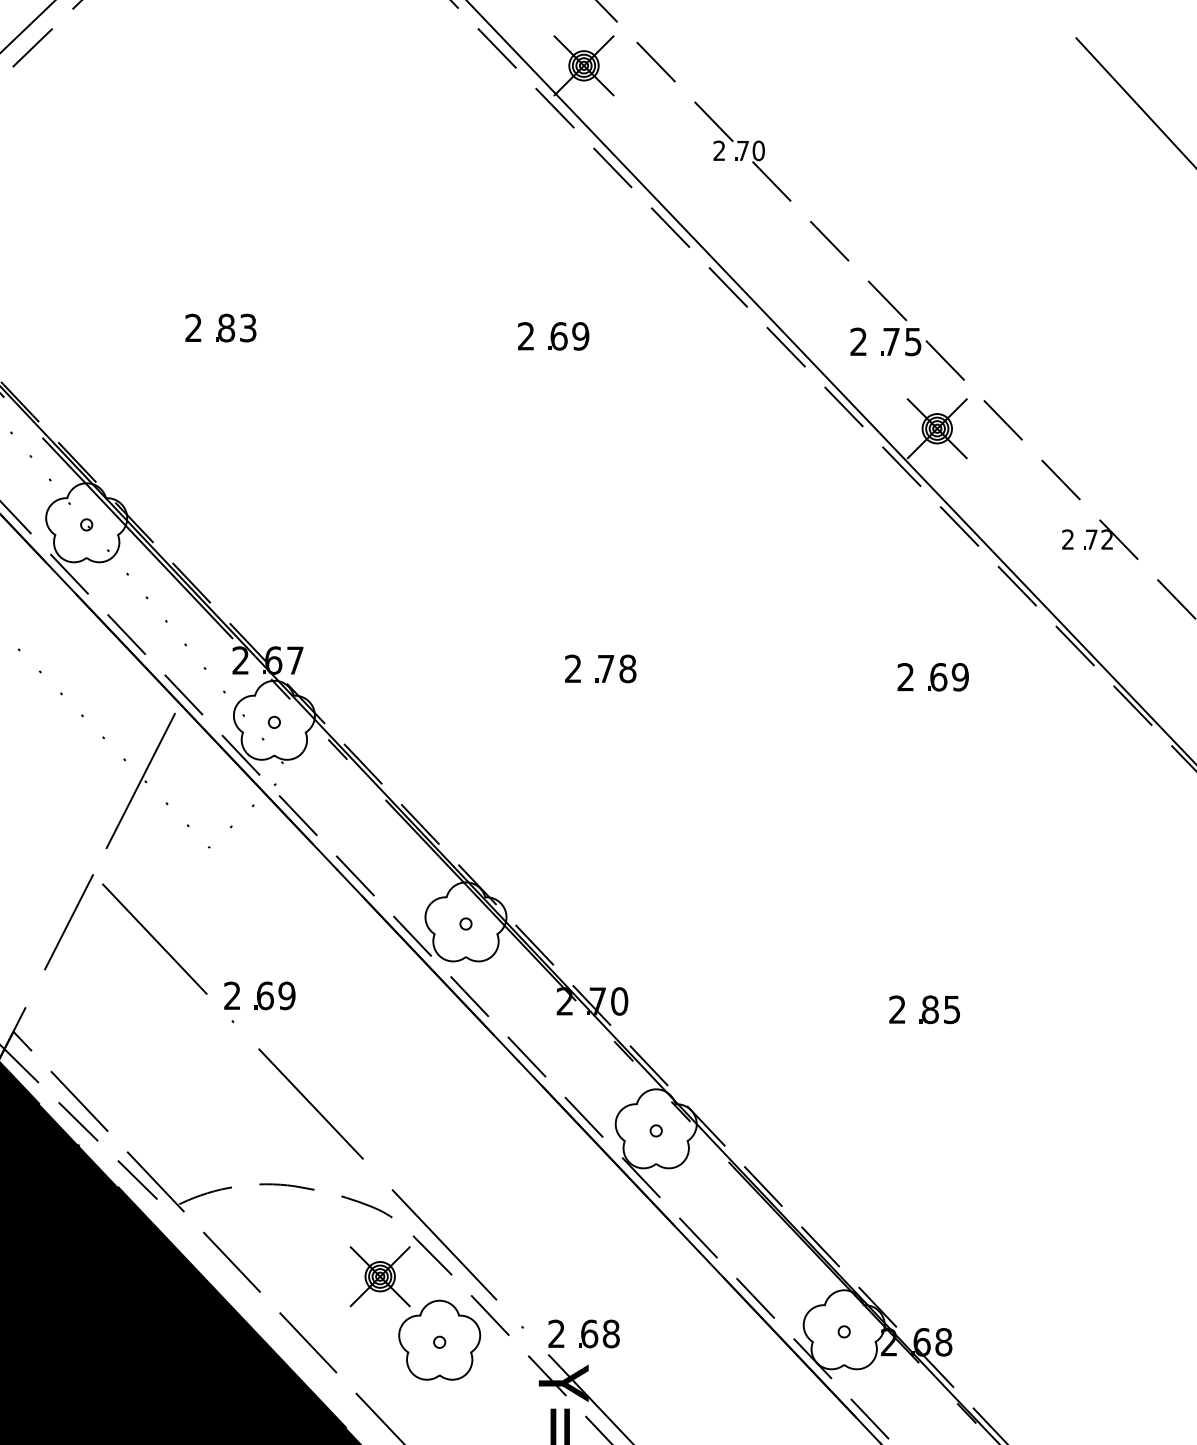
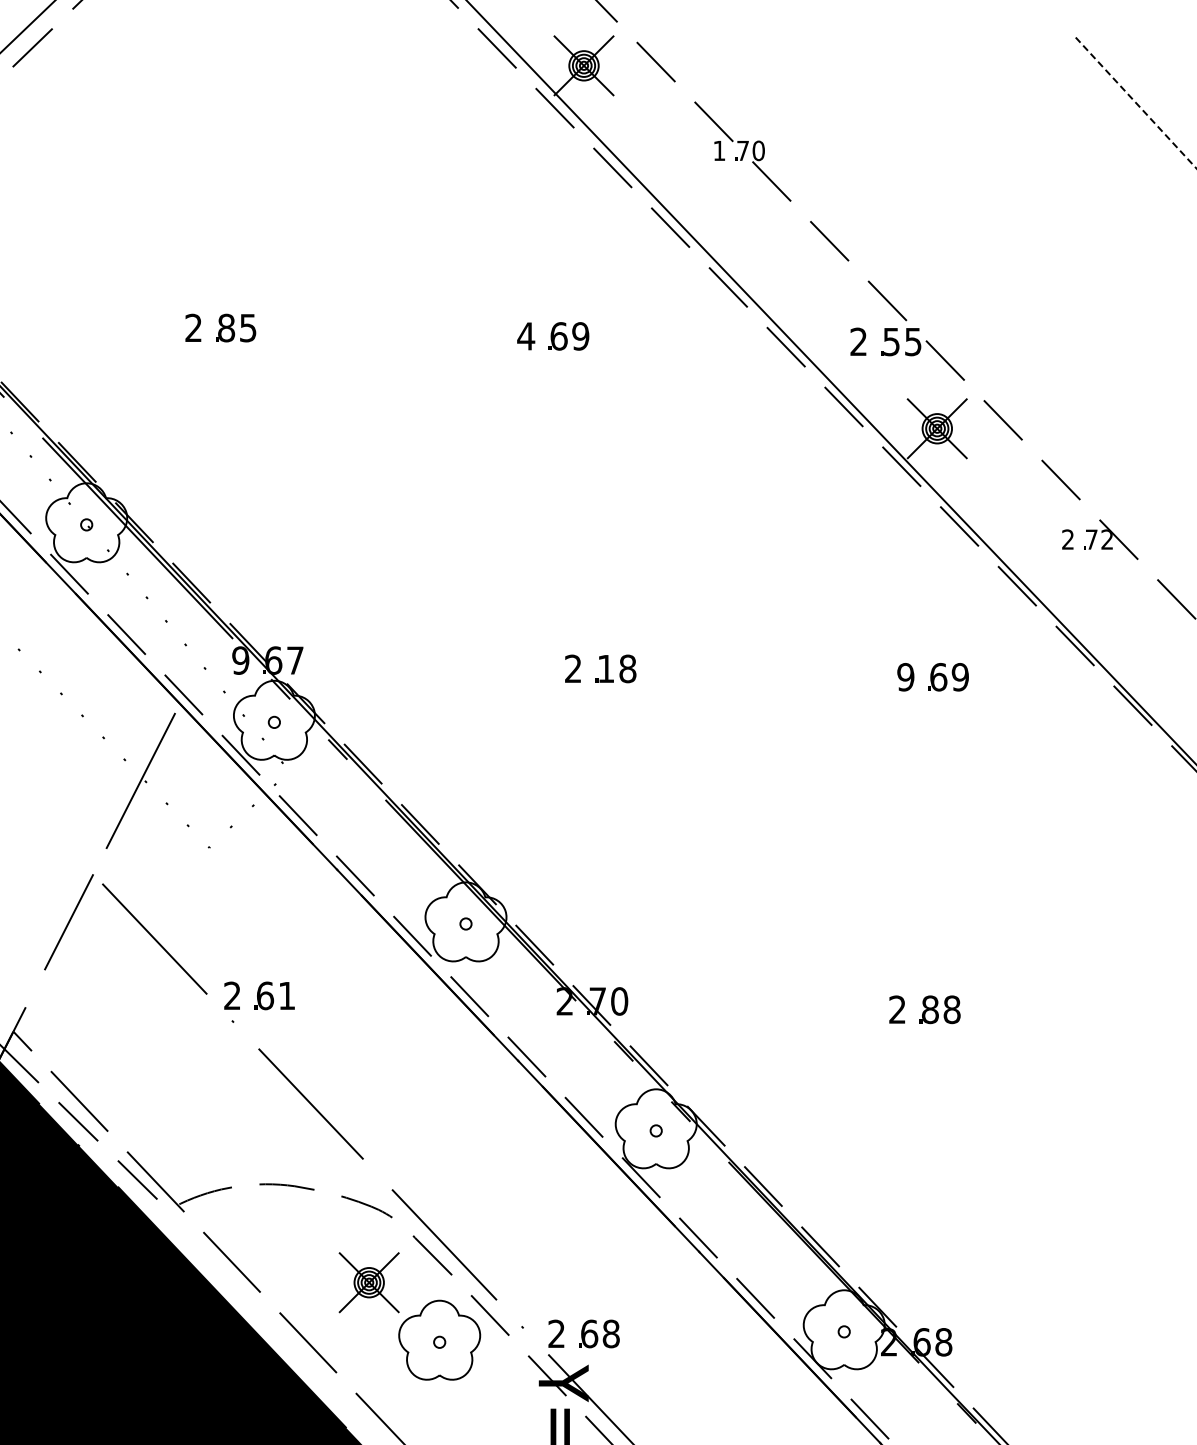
line at (1136, 103): solid -> dashed
text at (718, 150): 2 -> 1
text at (248, 327): 83 -> 85
text at (526, 336): 2 -> 4
text at (891, 342): 75 -> 55
text at (240, 660): 2 -> 9
text at (606, 668): 78 -> 18
text at (905, 677): 2 -> 9
text at (286, 995): 69 -> 61
text at (951, 1009): 85 -> 88
part at (379, 1276) position: (379, 1276) -> (368, 1282)
